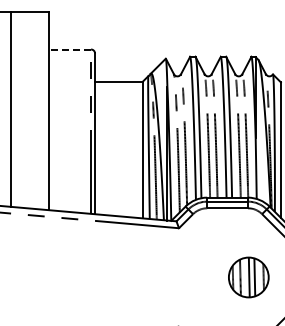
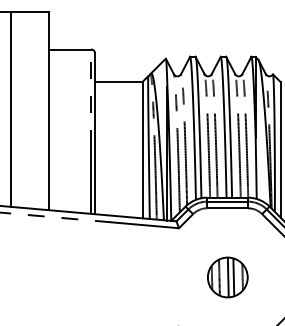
line at (69, 49): dashed -> solid
part at (248, 277) position: (248, 277) -> (227, 277)
